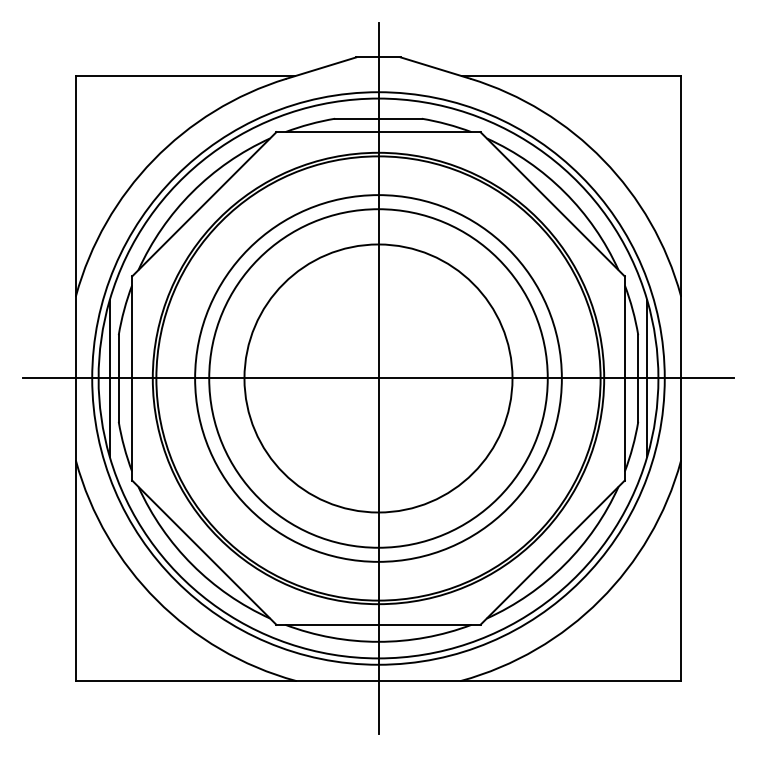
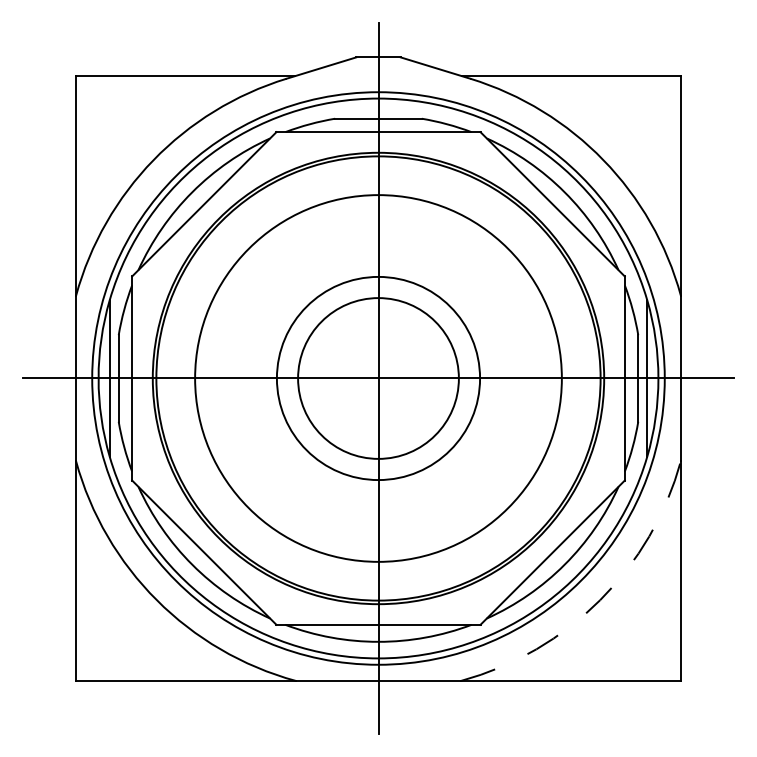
circle at (378, 378) diameter: 268 px -> 161 px
circle at (378, 378) diameter: 339 px -> 203 px
arc at (600, 600): solid -> dashed
